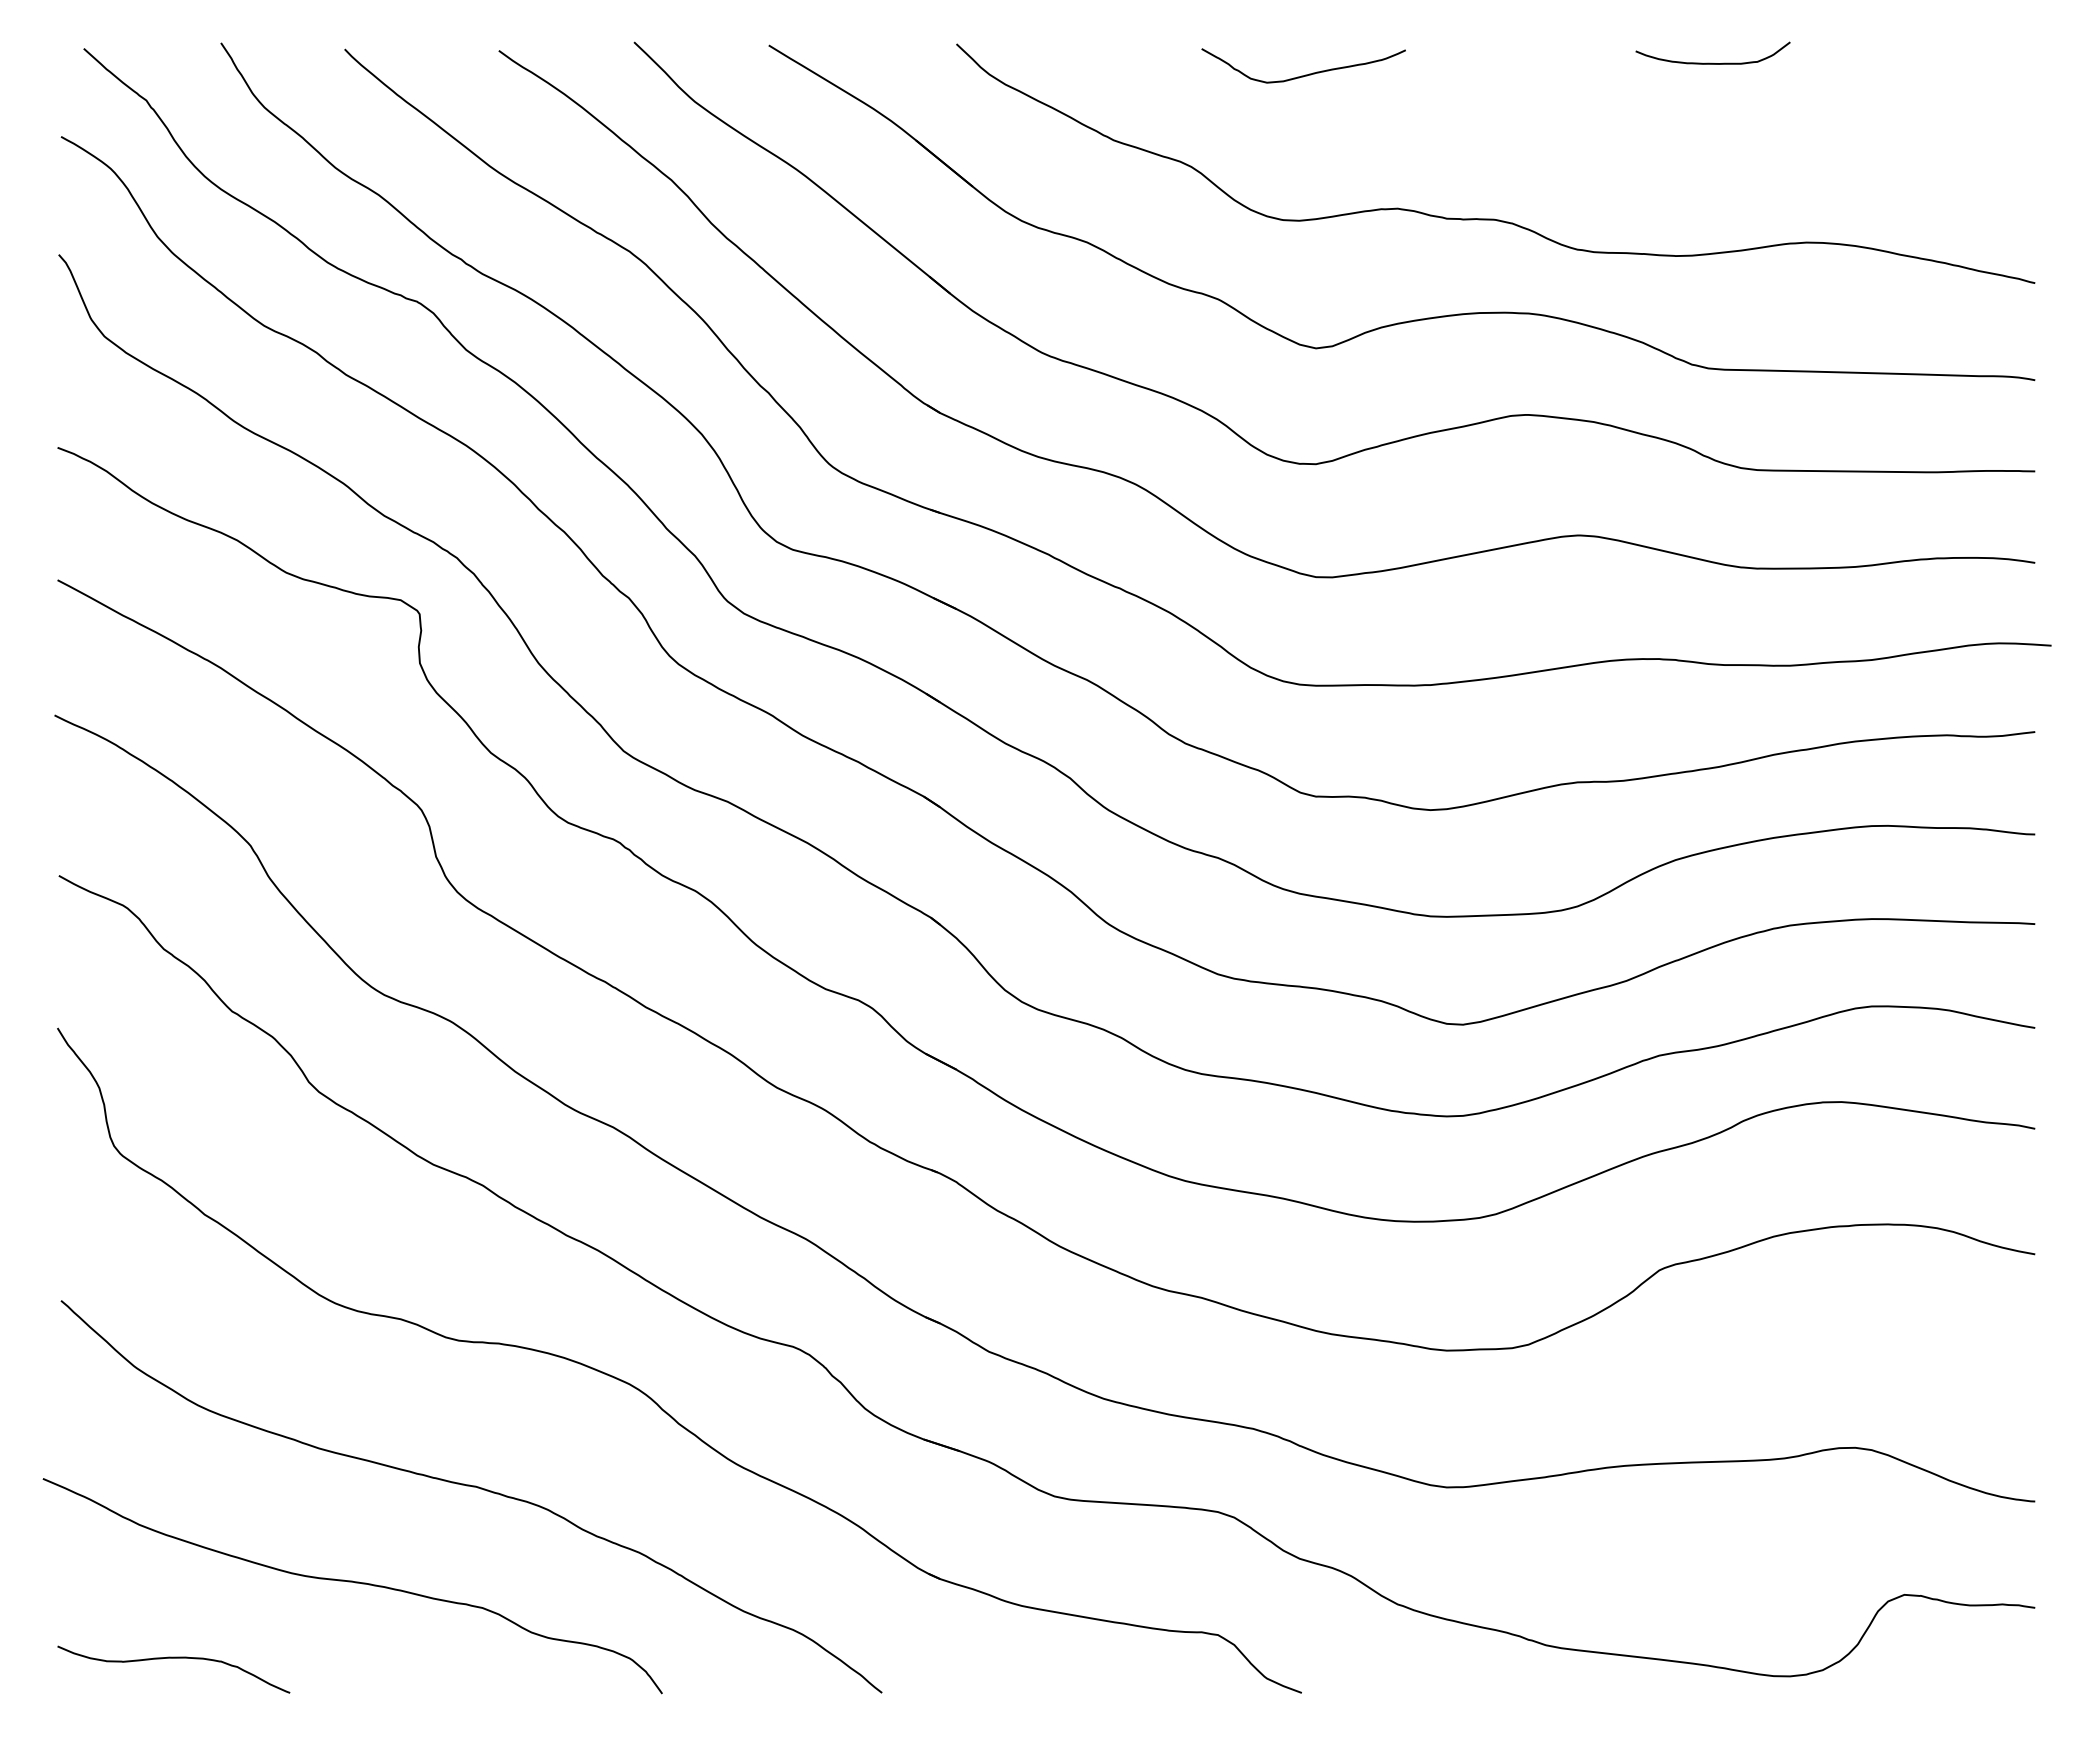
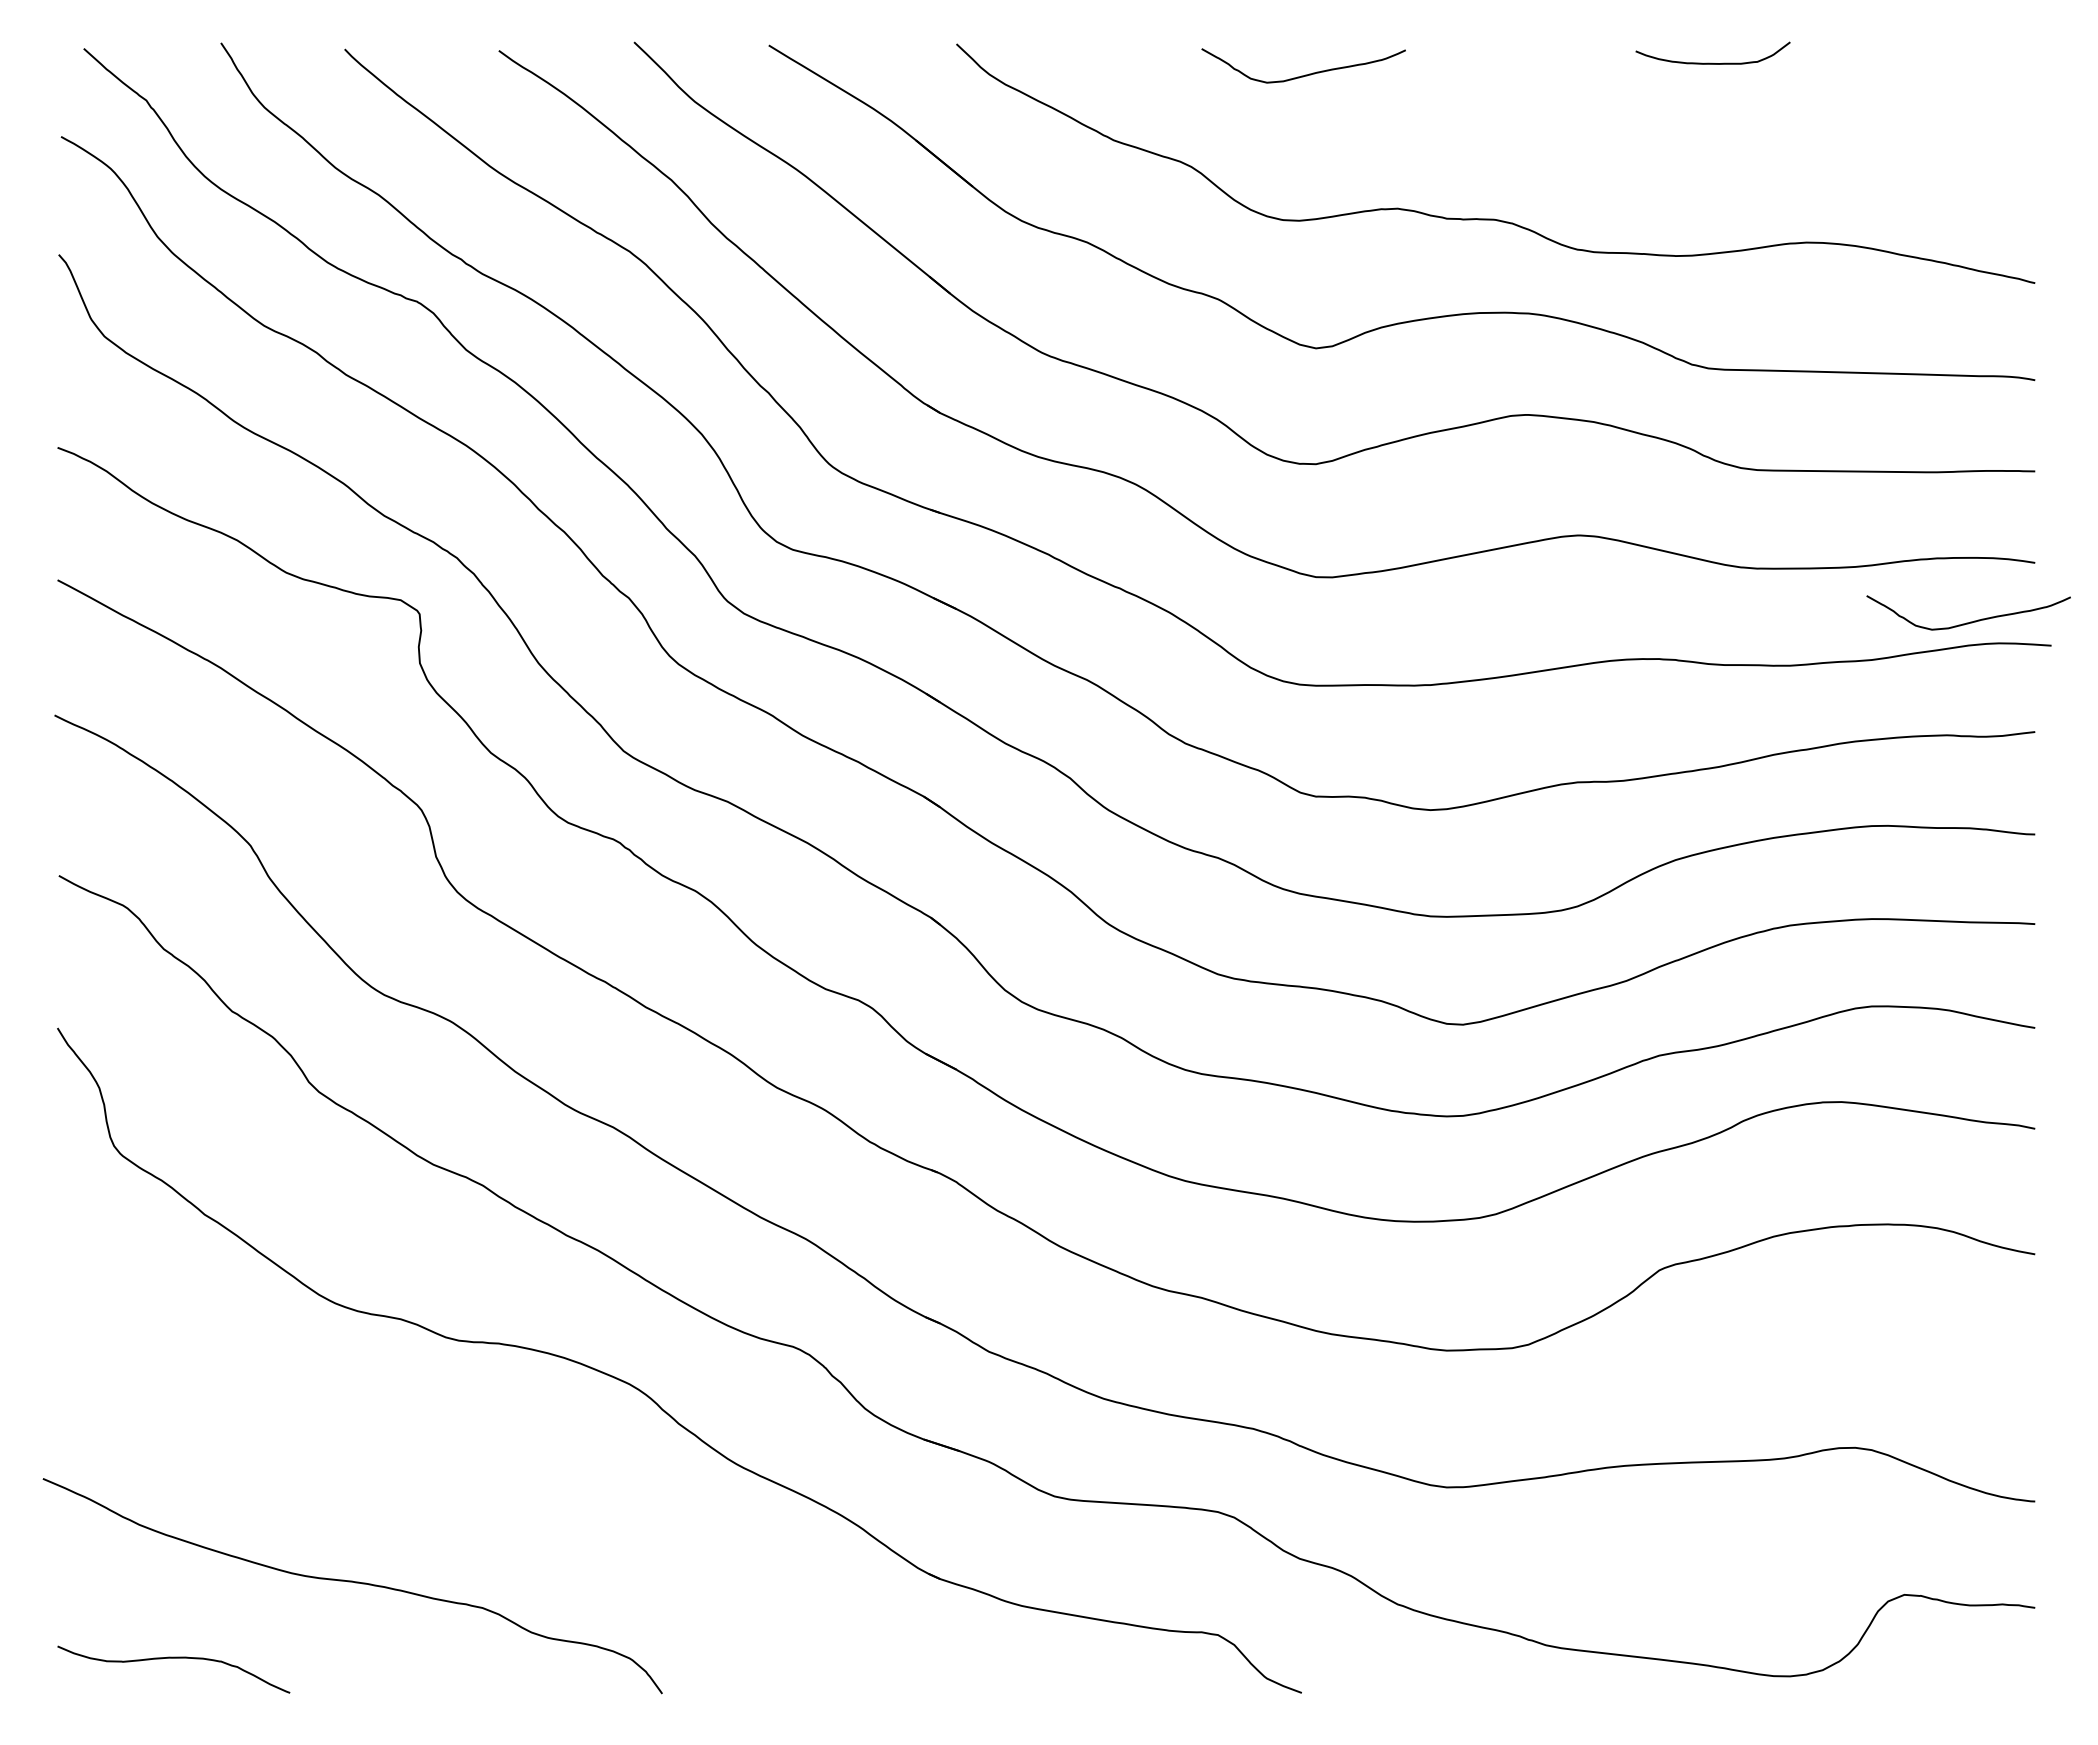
curve at (1970, 621): none -> present
curve at (472, 1487): present -> none
